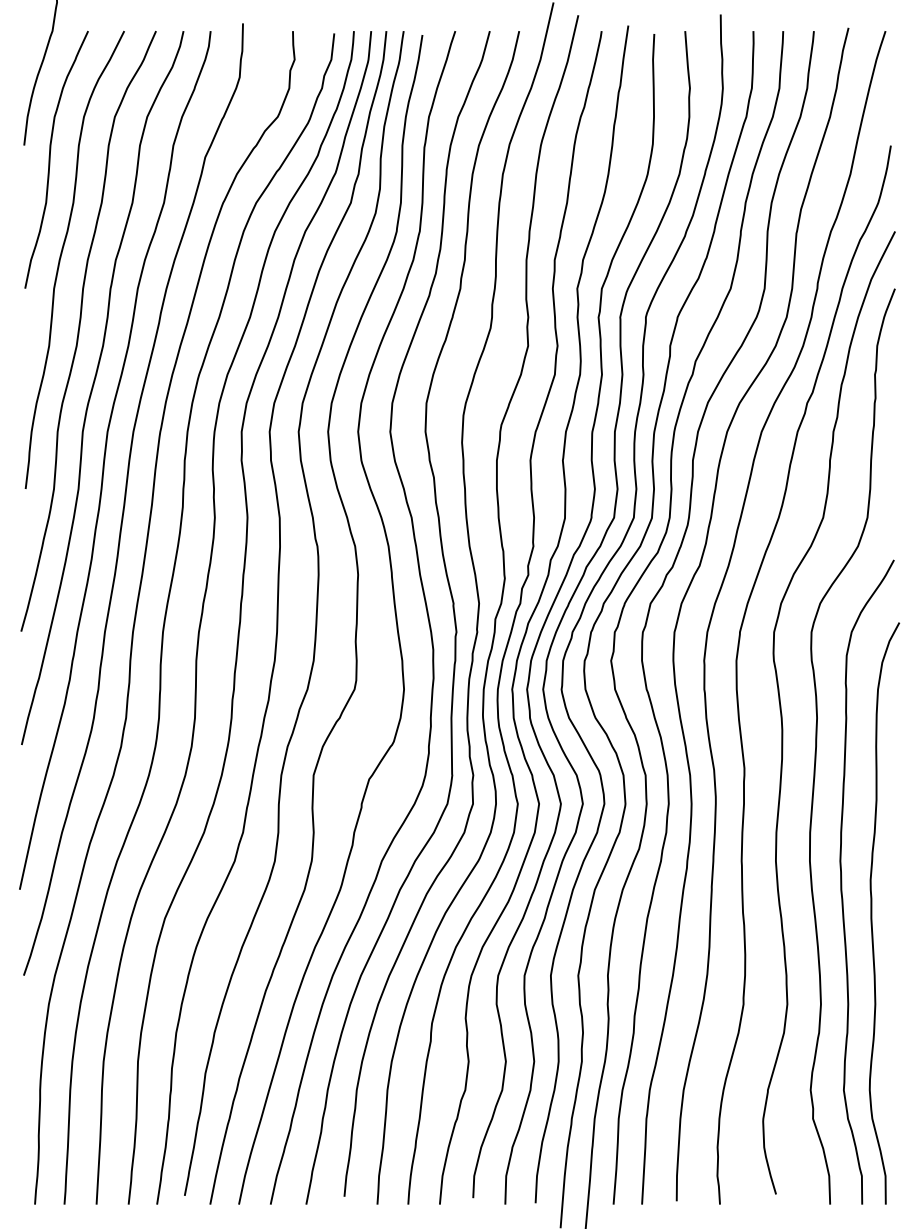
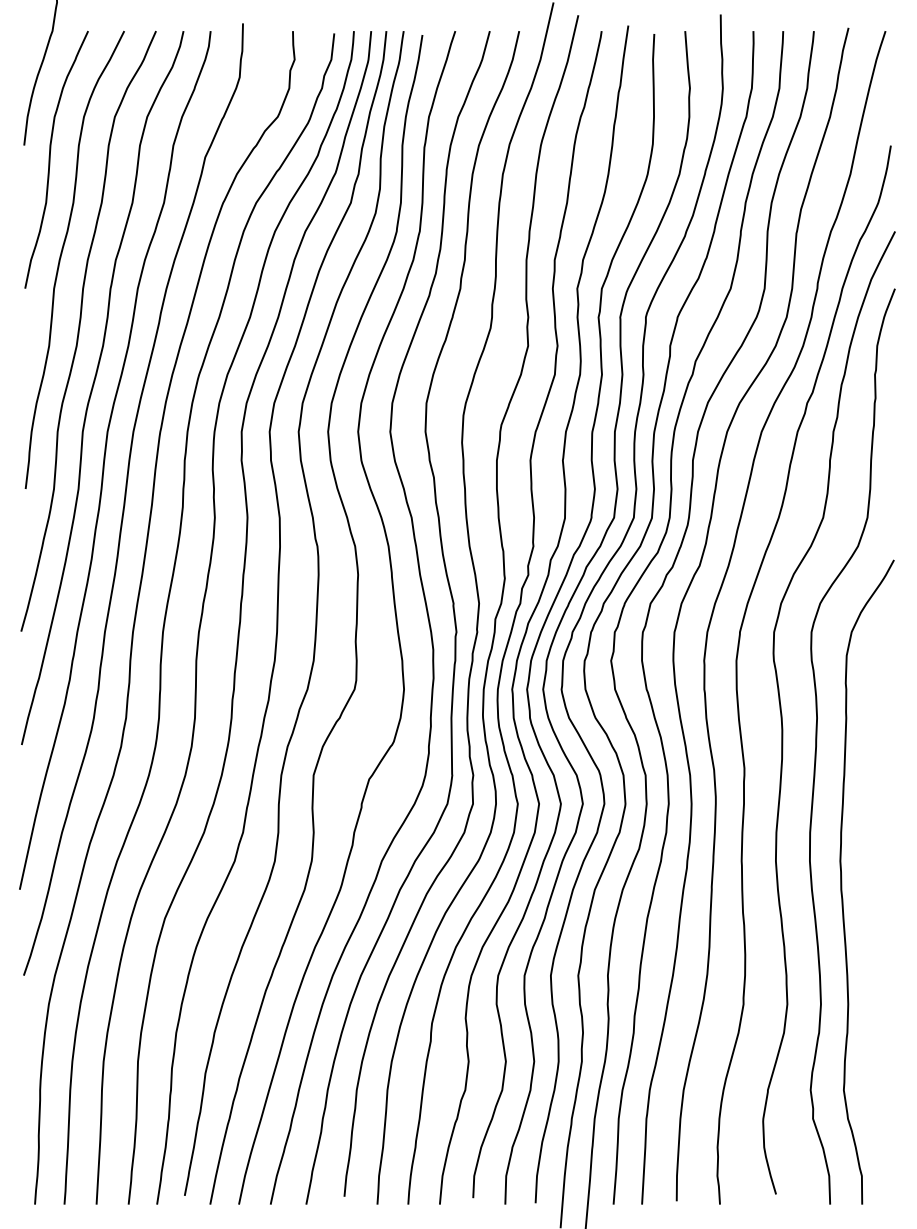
curve at (872, 913): present -> none
